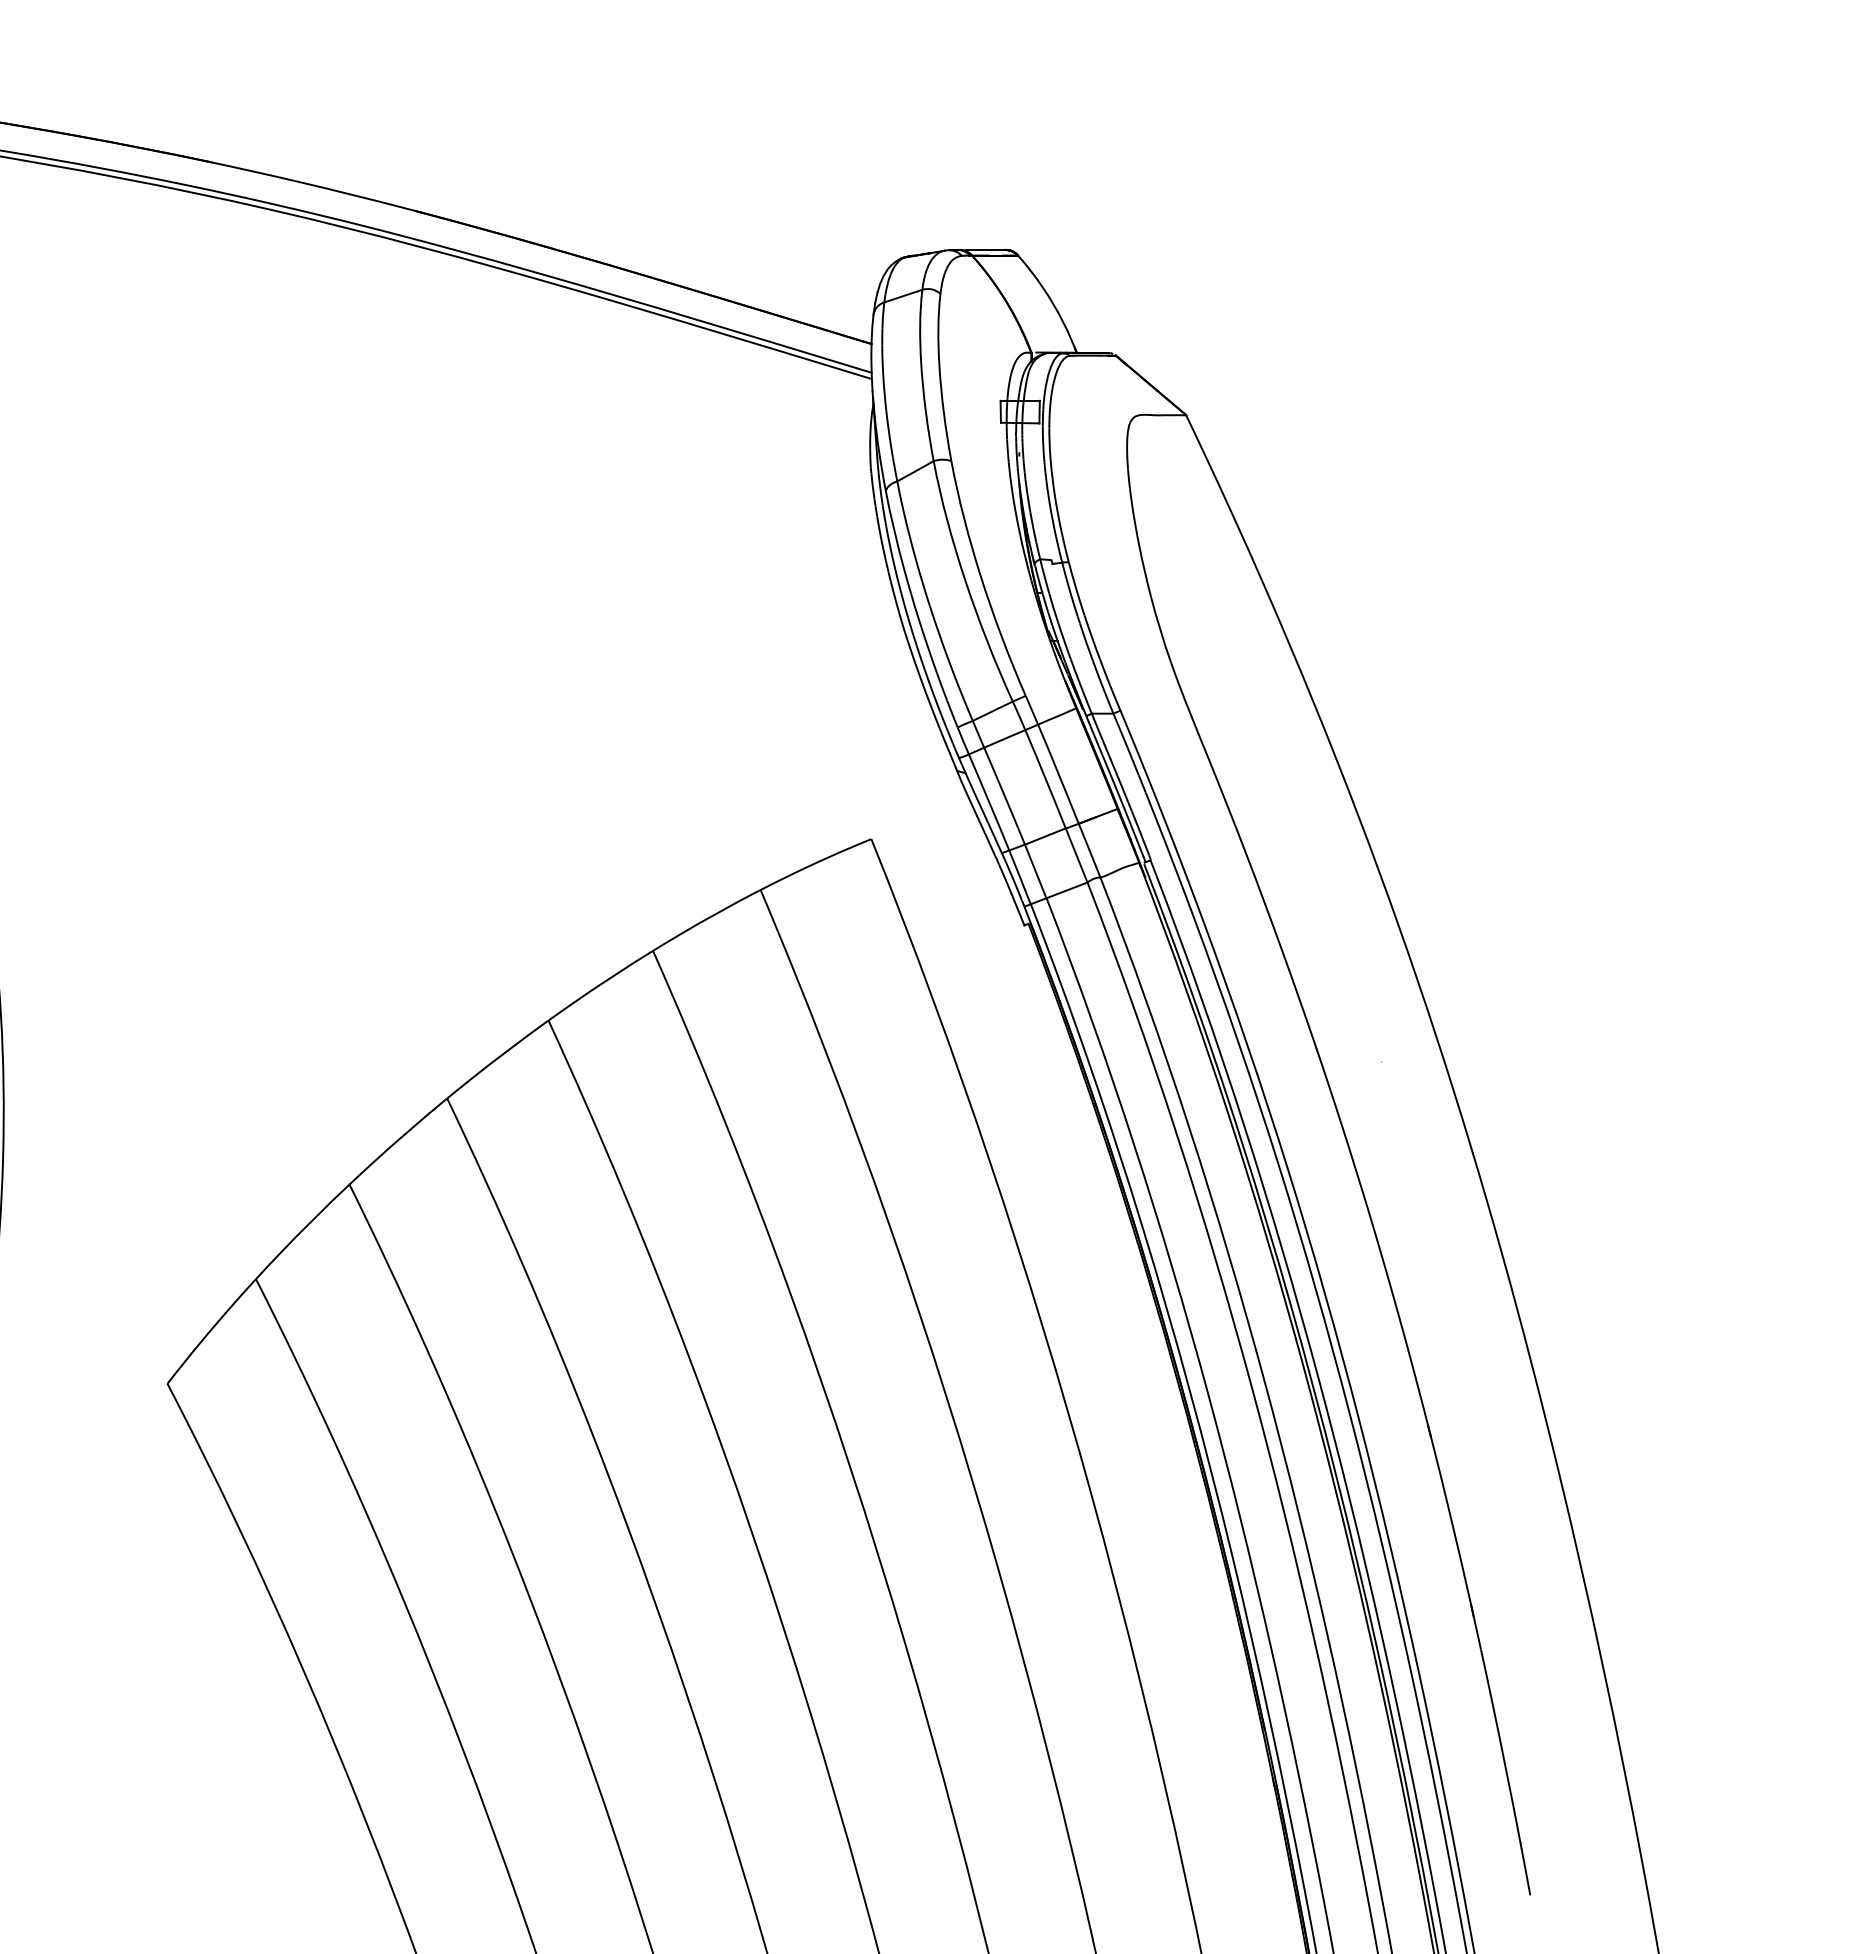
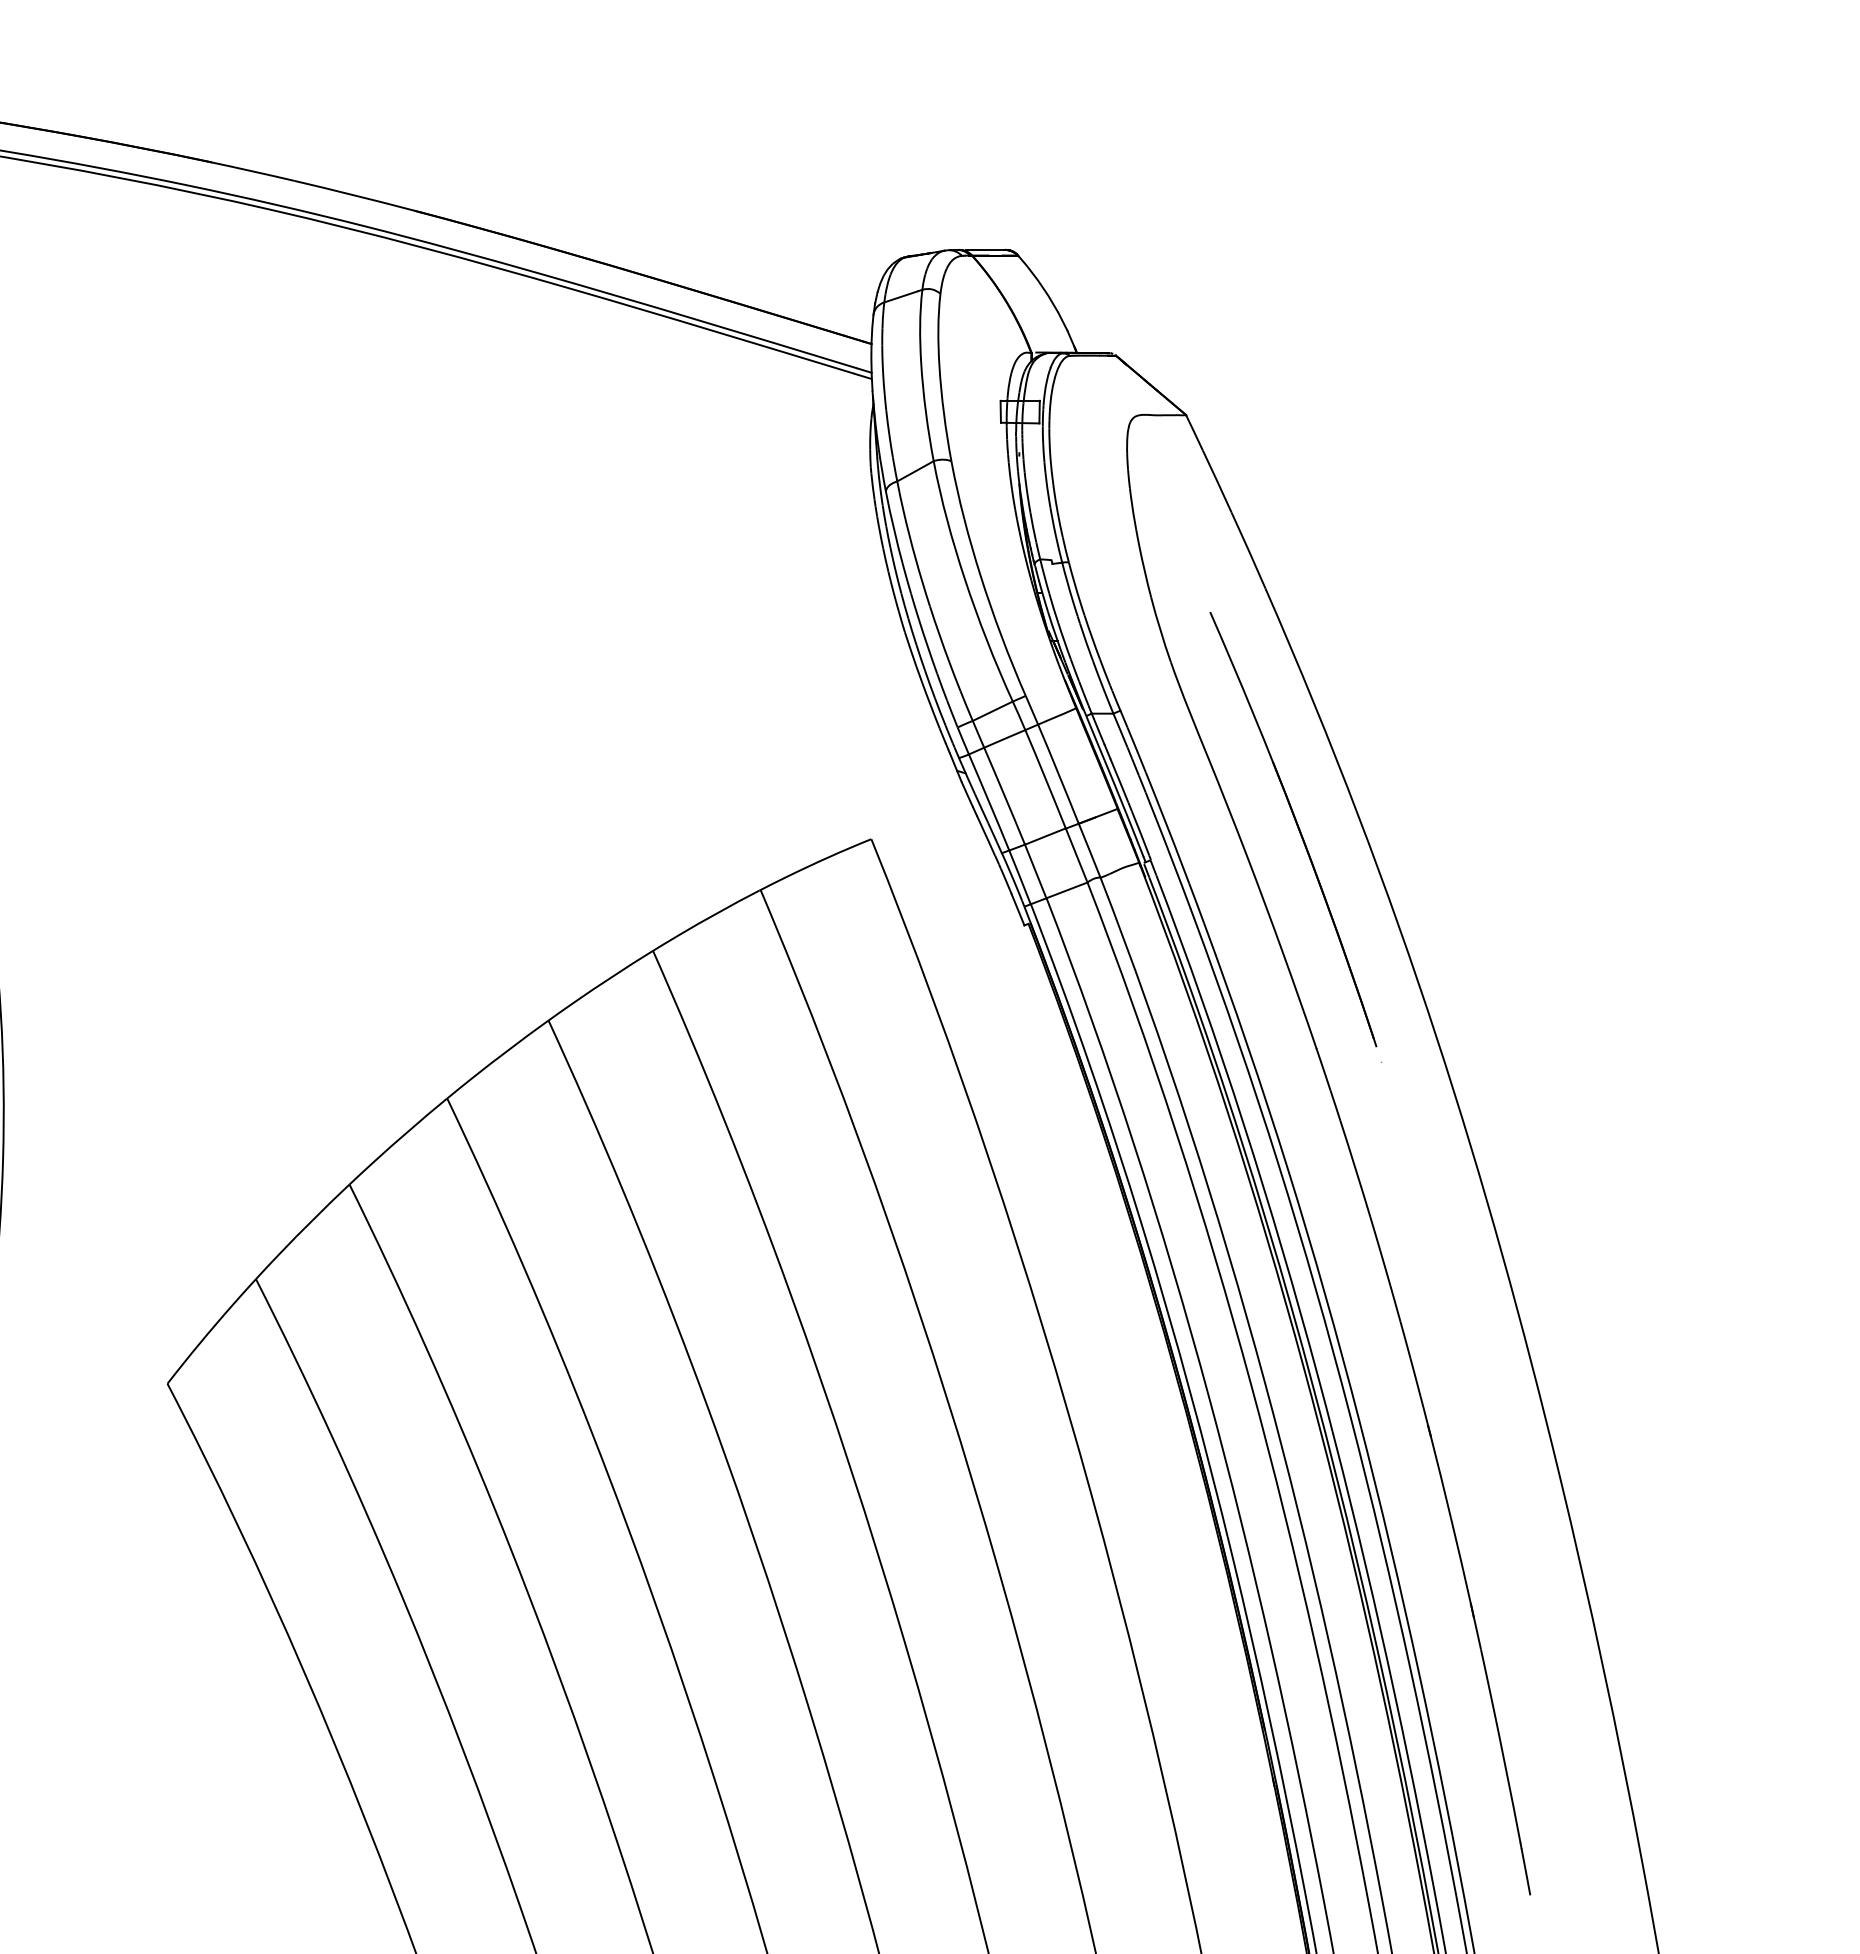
part at (1293, 829): none -> present
